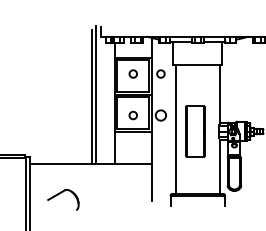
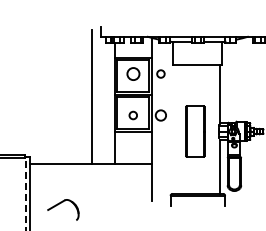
circle at (132, 73) size: 10x10 px -> 15x14 px
line at (96, 94): present -> none
line at (176, 129): present -> none
line at (25, 193): solid -> dashed
part at (61, 193) position: (61, 193) -> (61, 203)
